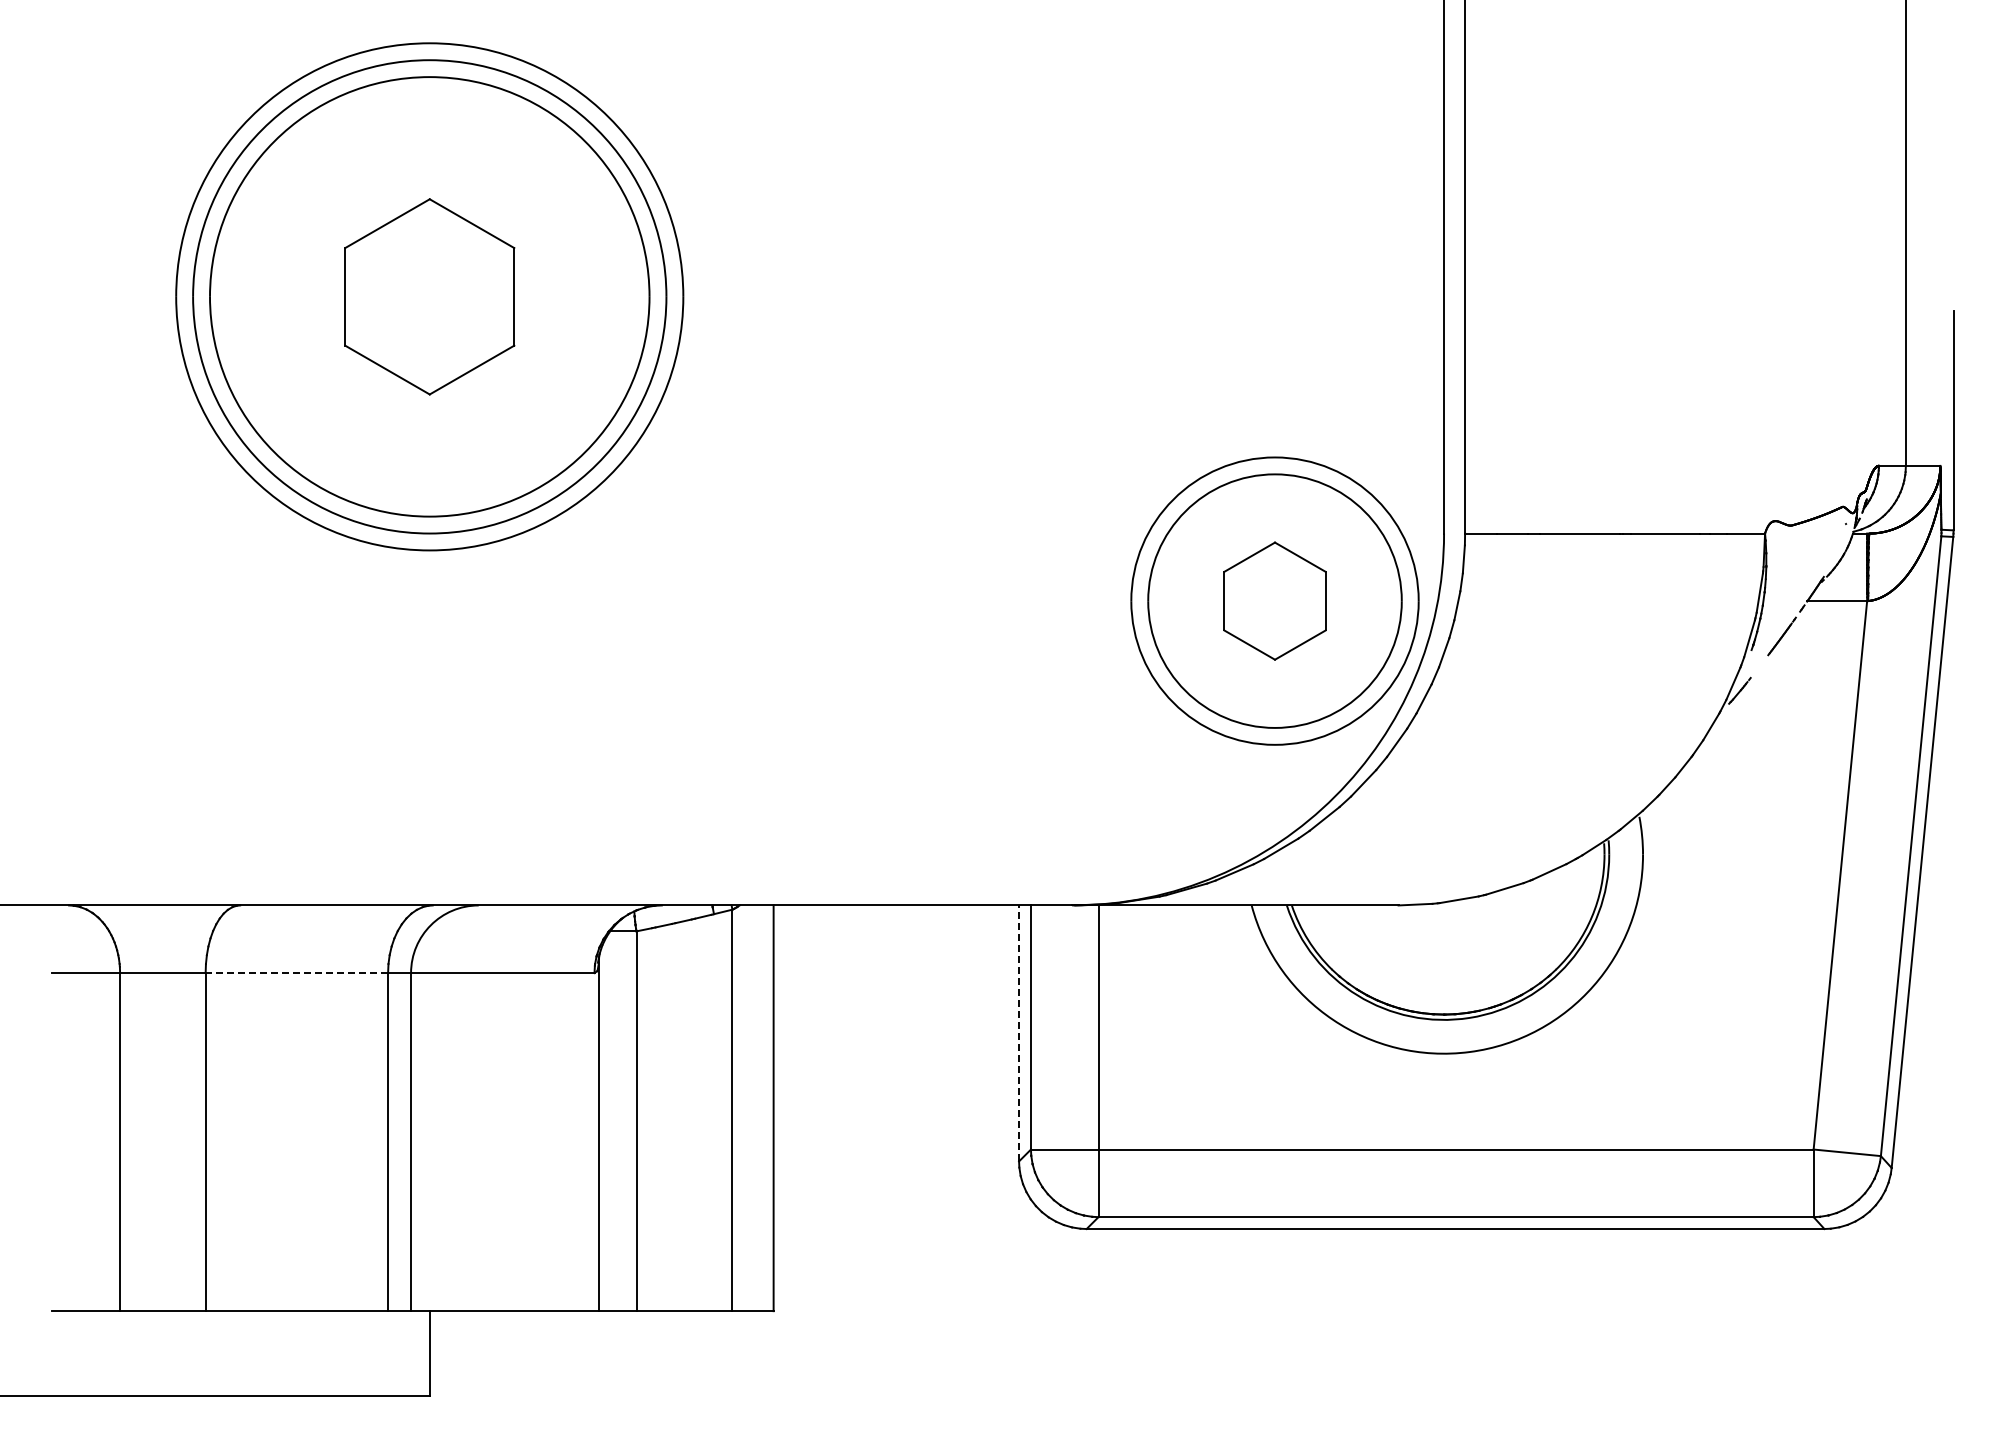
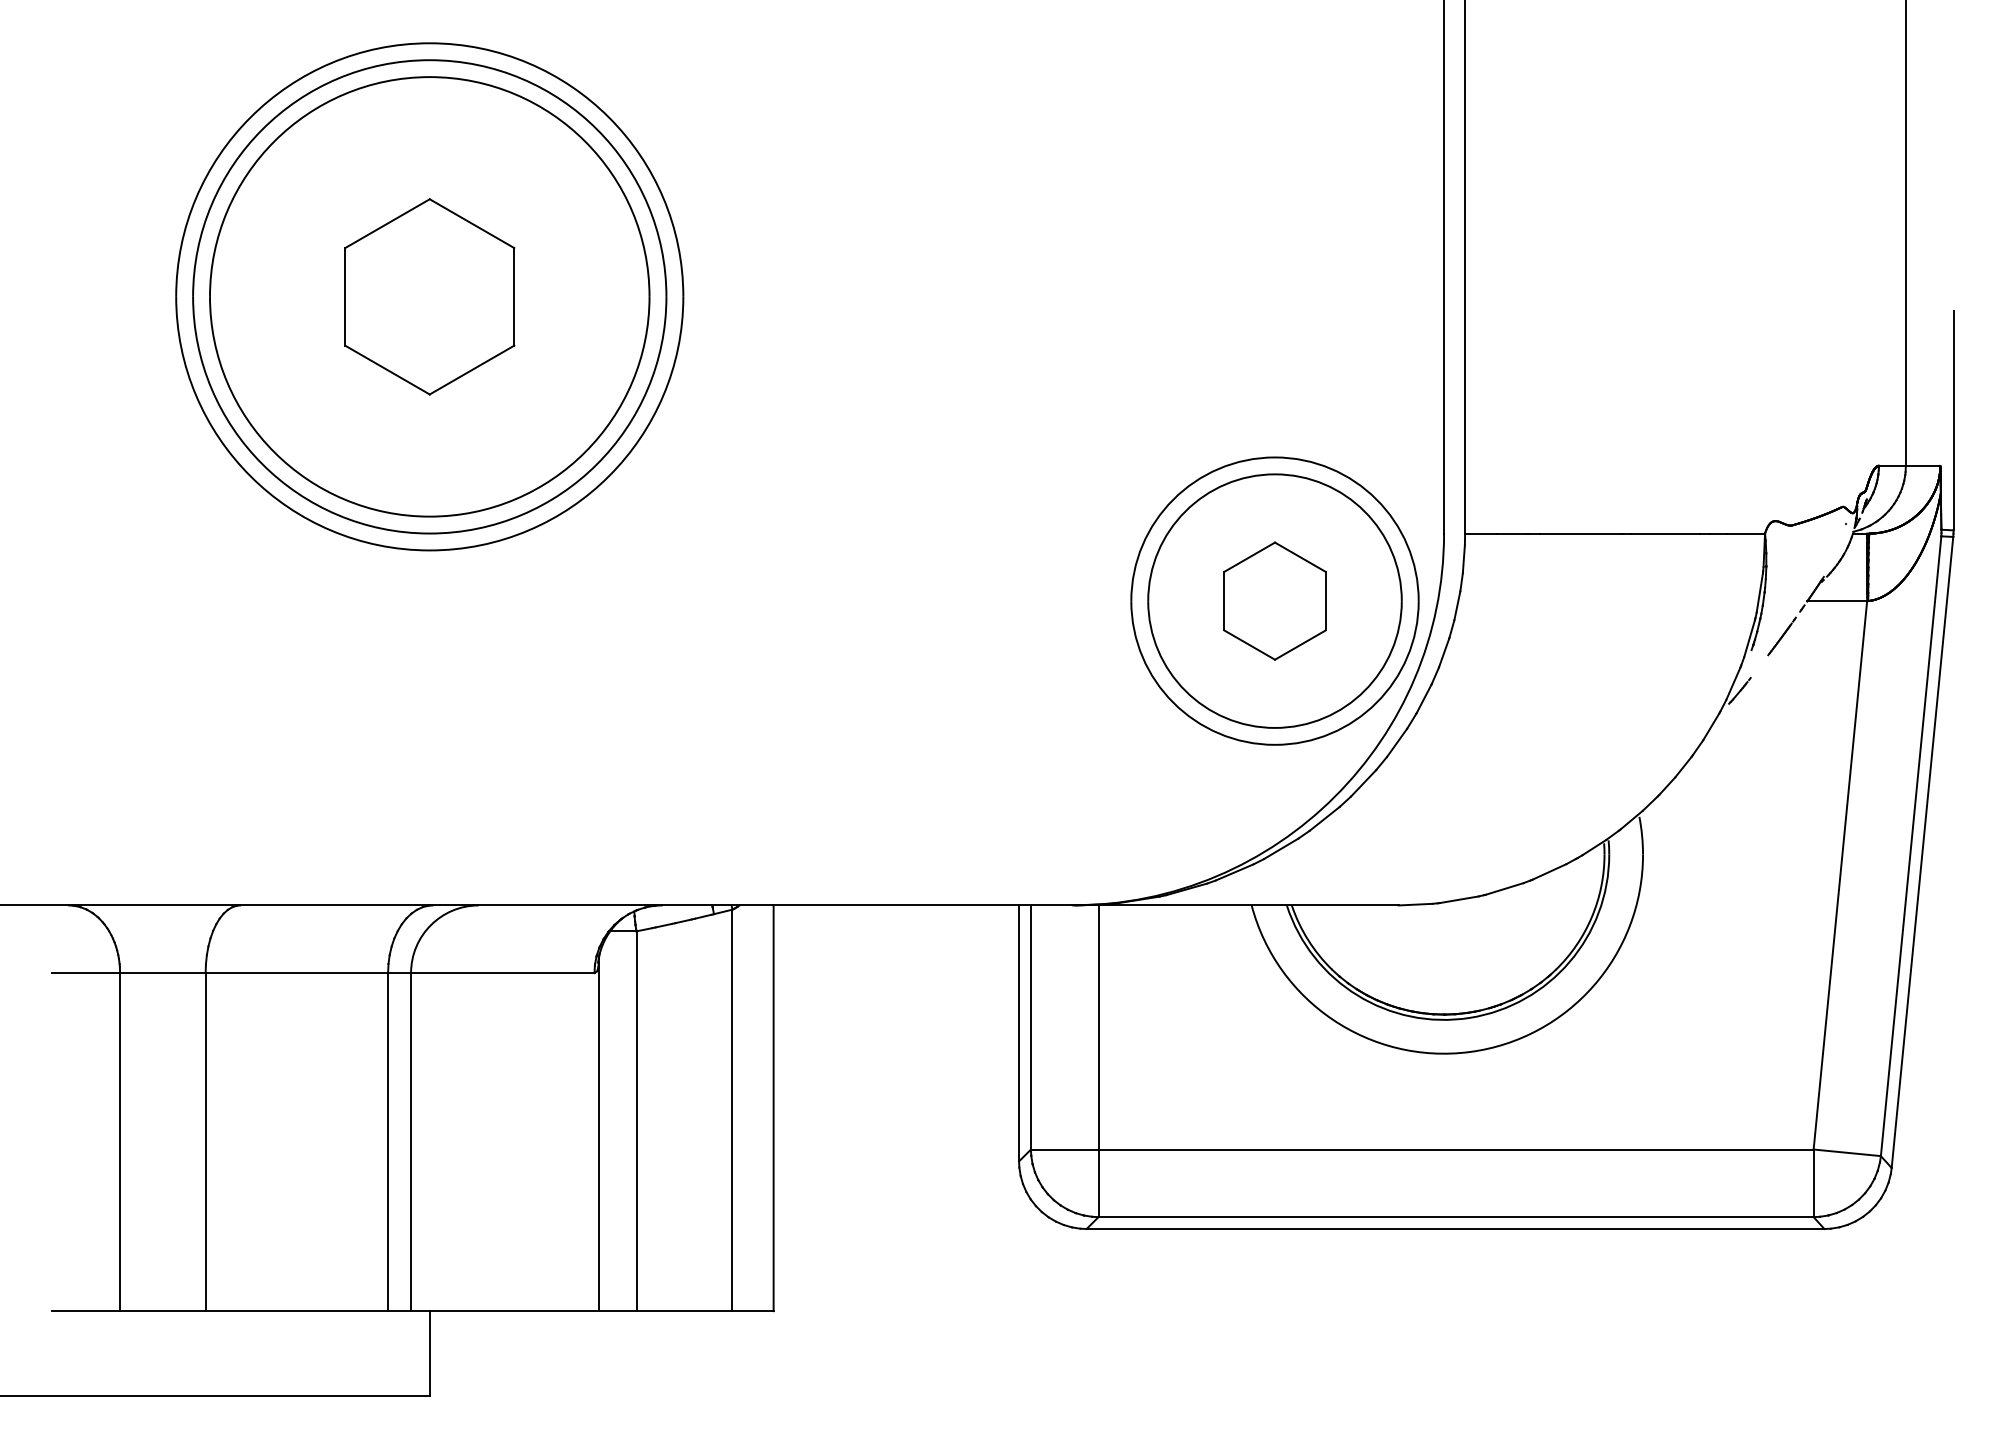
line at (296, 973): dashed -> solid
line at (1019, 1033): dashed -> solid
